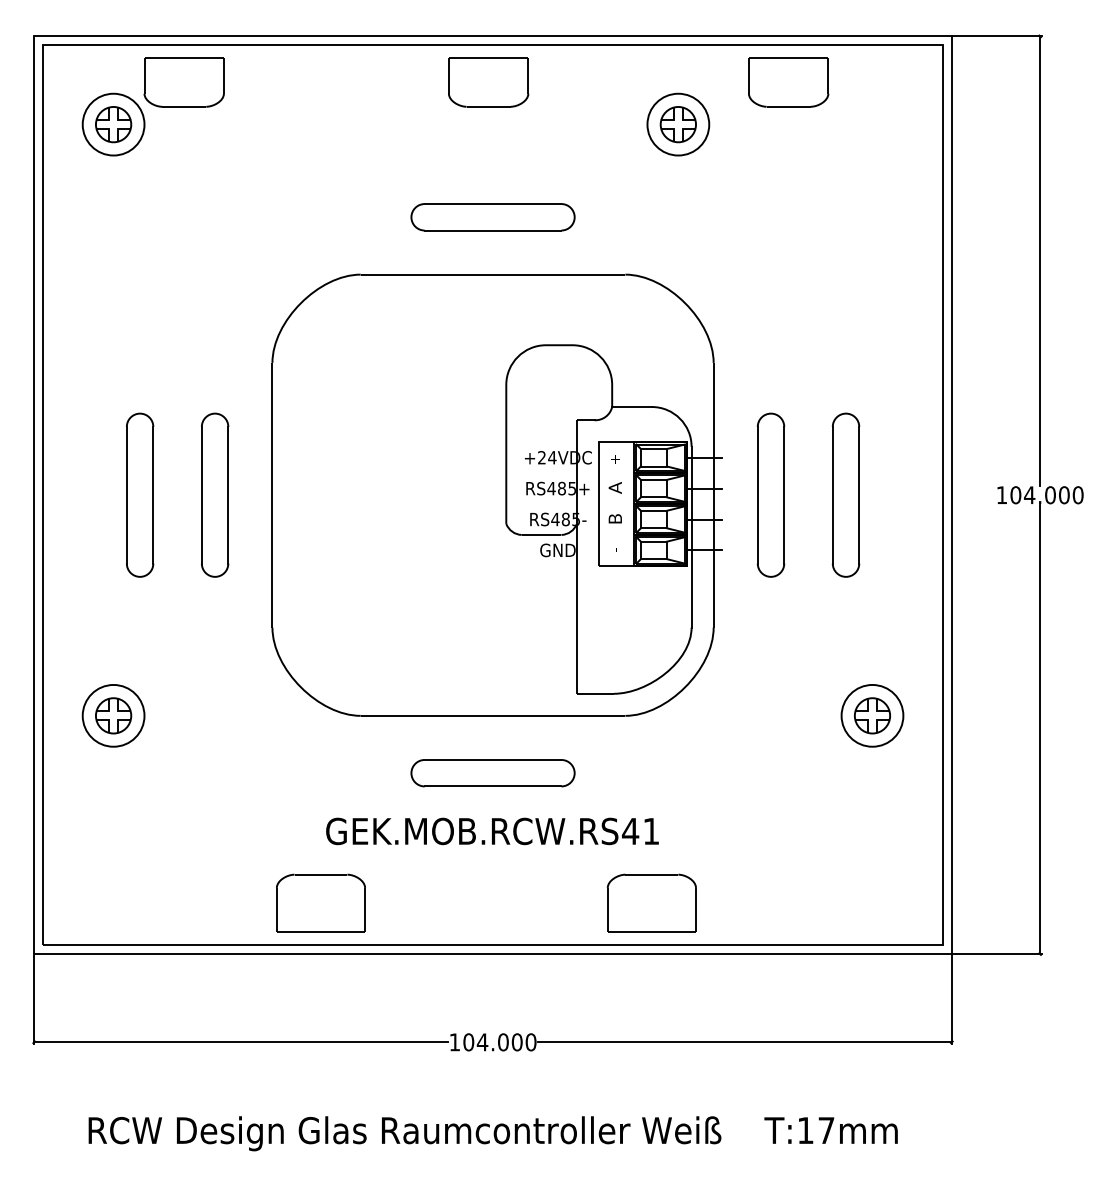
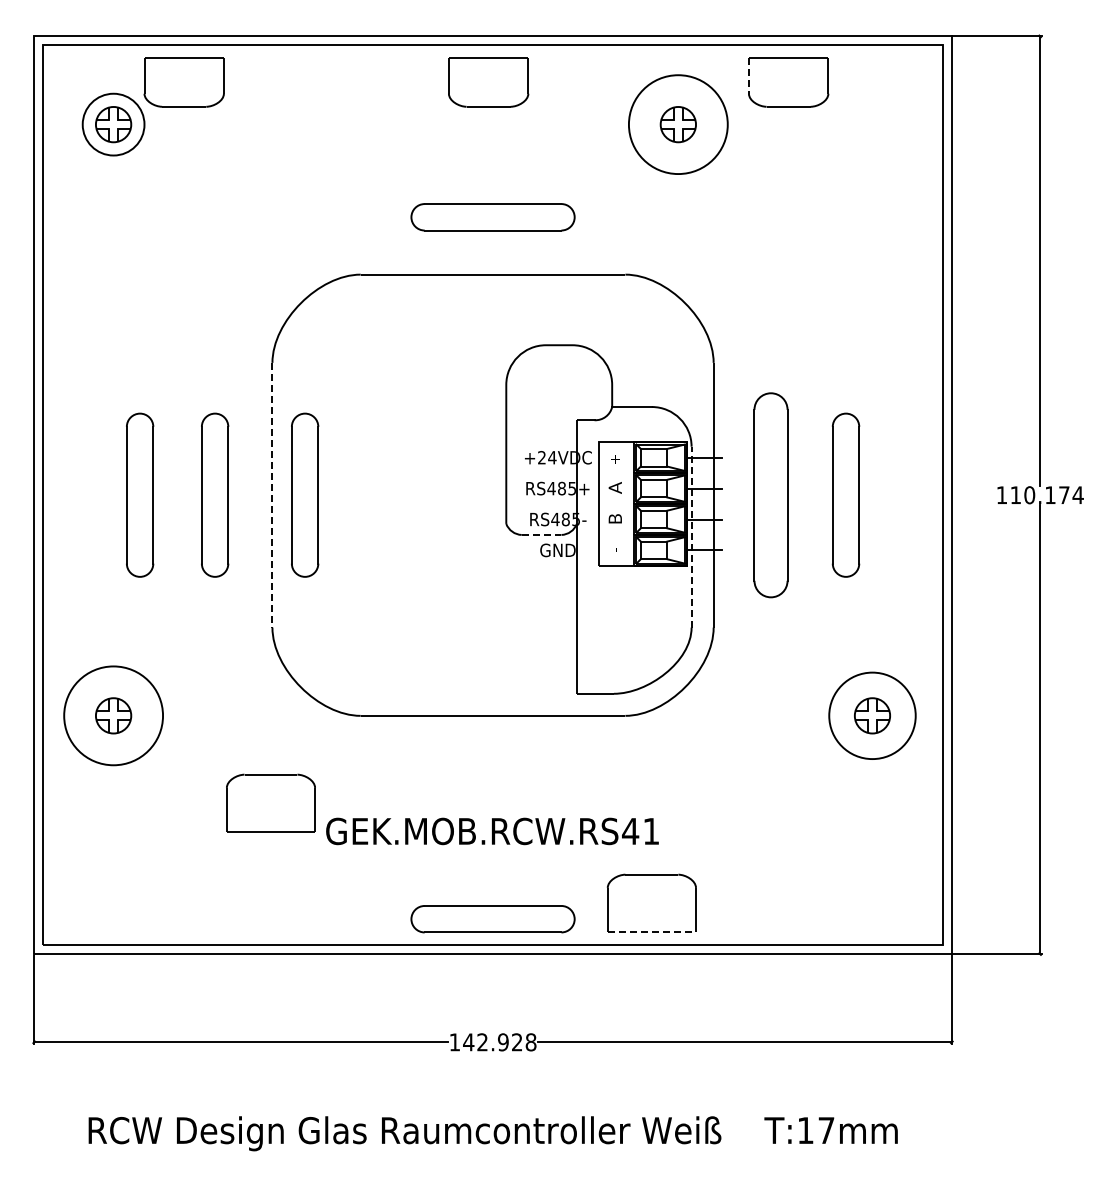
line at (748, 76): solid -> dashed
circle at (678, 124) diameter: 62 px -> 99 px
part at (305, 494): none -> present
part at (770, 494) size: 30x166 px -> 36x207 px
line at (272, 495): solid -> dashed
text at (1046, 495): 104.000 -> 110.174
line at (541, 534): solid -> dashed
line at (691, 536): solid -> dashed
circle at (113, 715) diameter: 62 px -> 99 px
circle at (872, 715) diameter: 62 px -> 86 px
part at (492, 773) position: (492, 773) -> (492, 919)
part at (320, 902) position: (320, 902) -> (270, 802)
line at (652, 932): solid -> dashed
text at (499, 1042): 104.000 -> 142.928
